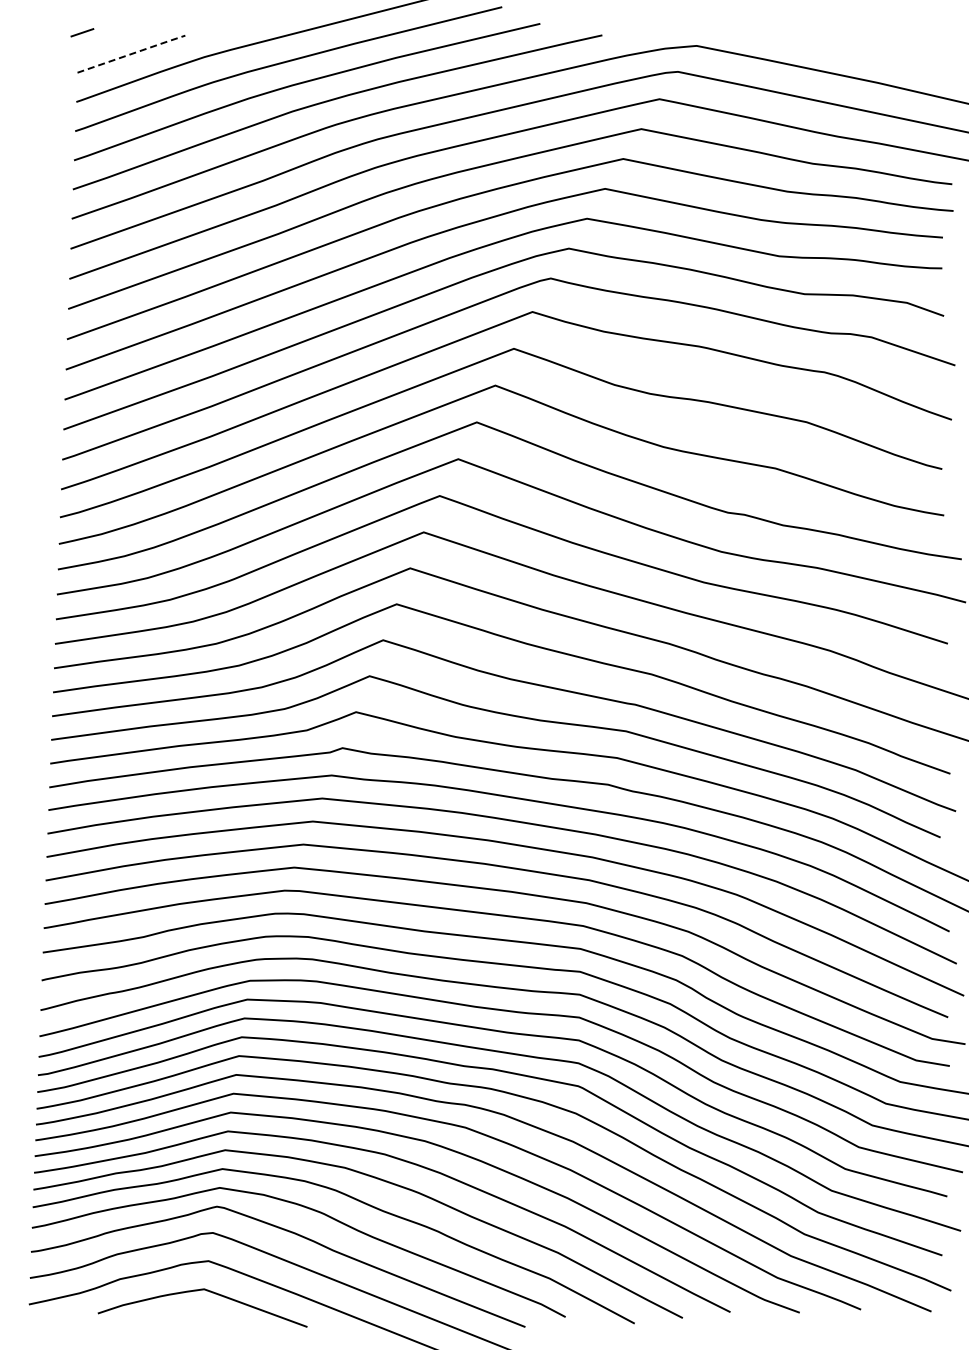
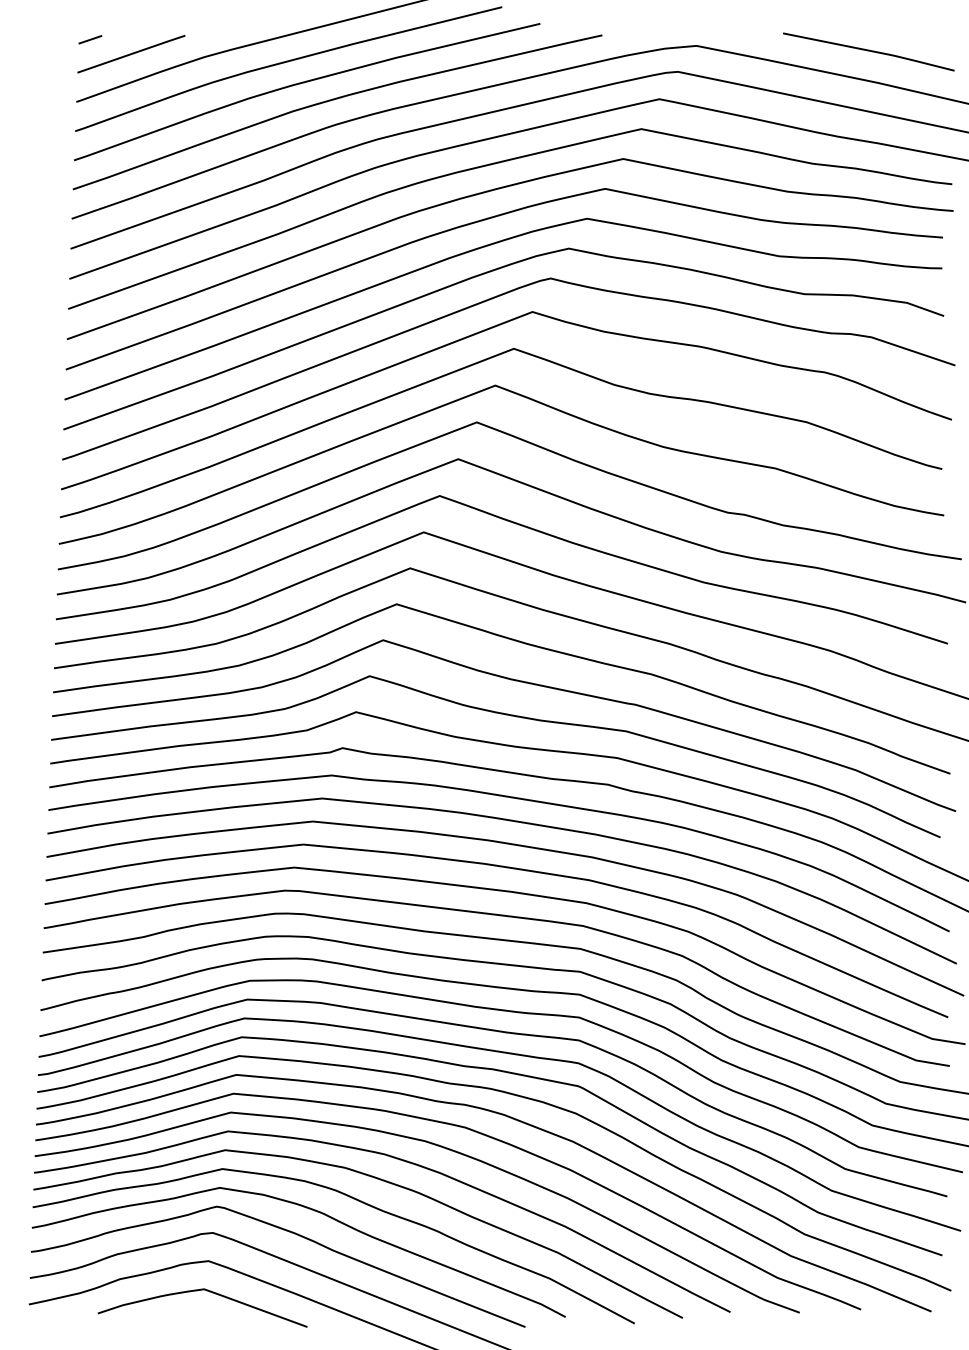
line at (82, 32) position: (82, 32) -> (90, 39)
line at (868, 51): none -> present
line at (131, 54): dashed -> solid
